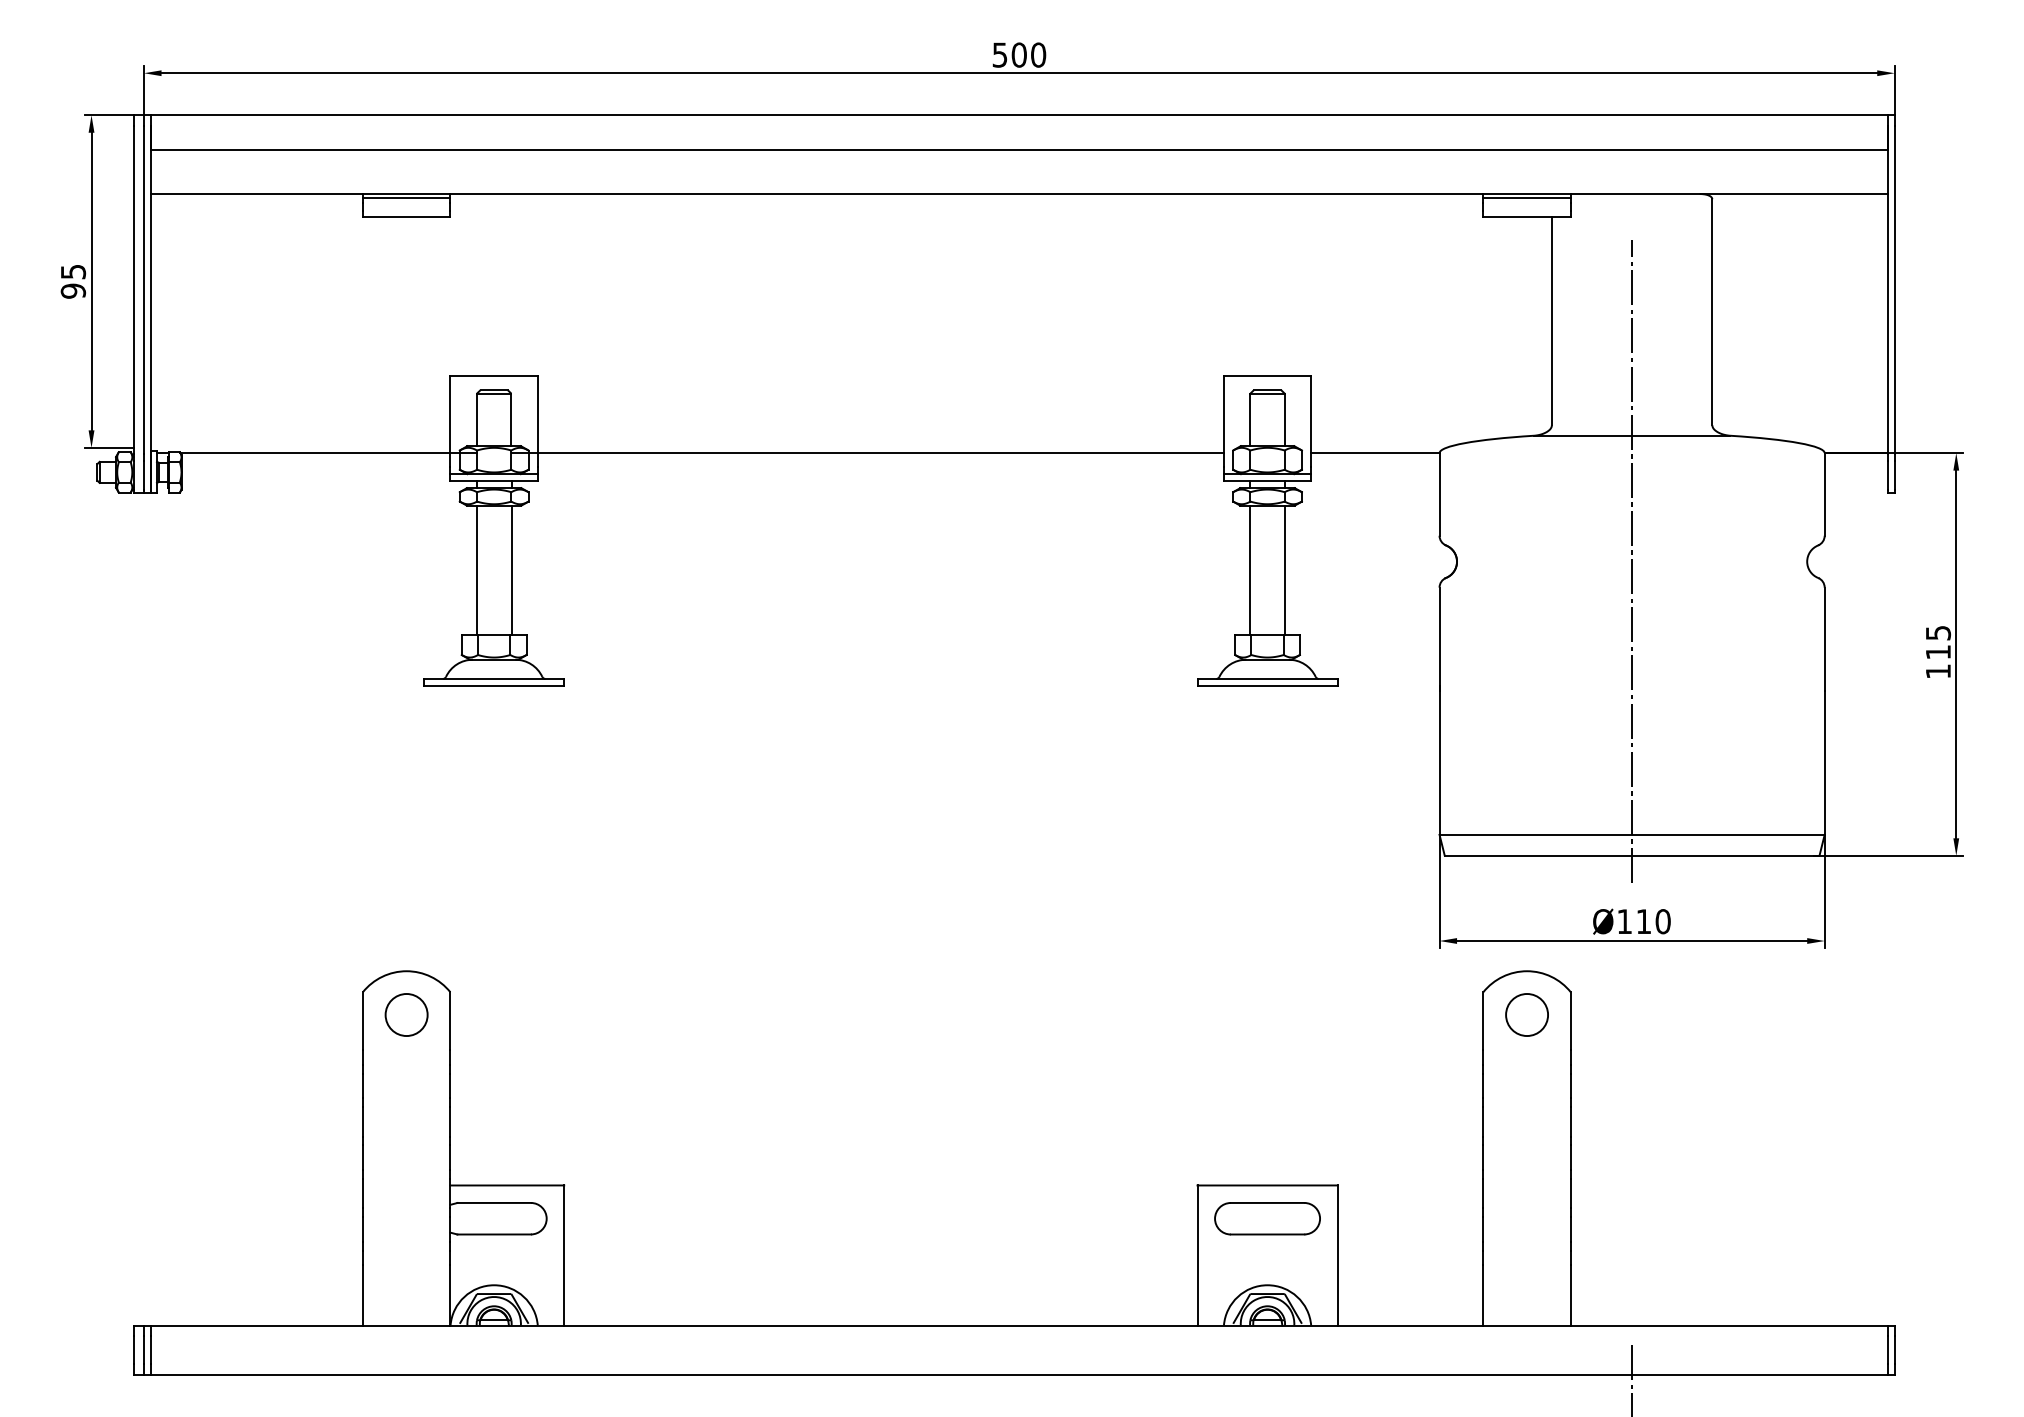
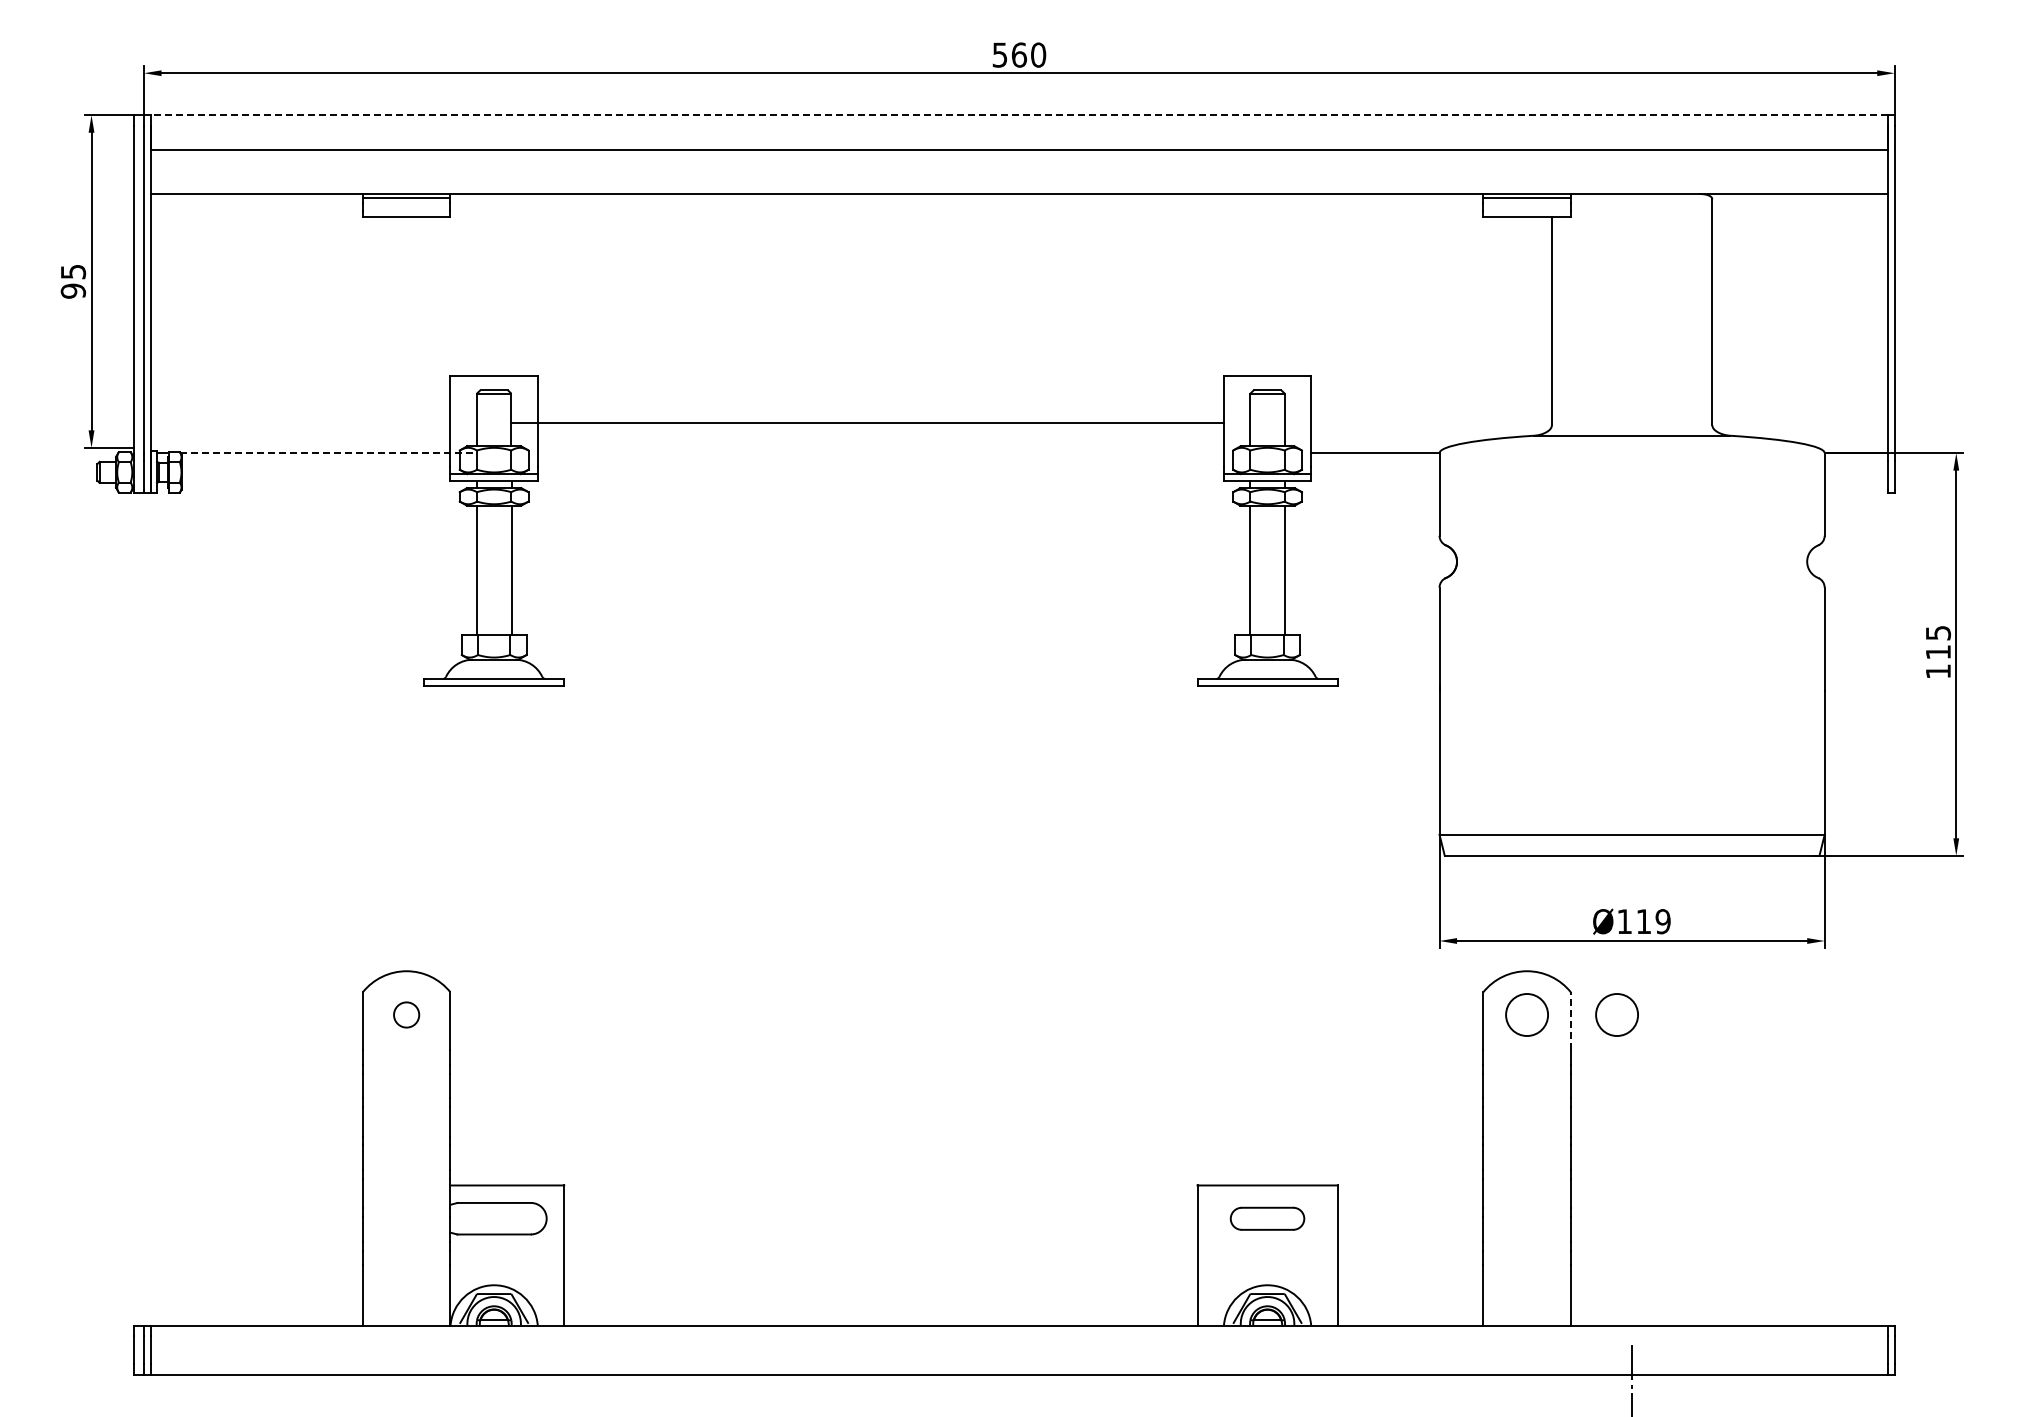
text at (1019, 54): 500 -> 560
line at (1018, 115): solid -> dashed
line at (329, 453): solid -> dashed
line at (867, 453) position: (867, 453) -> (867, 423)
line at (1632, 561): present -> none
text at (1662, 921): Ø110 -> Ø119
circle at (406, 1014) diameter: 42 px -> 25 px
circle at (1616, 1014): none -> present
line at (1570, 1021): solid -> dashed
part at (1267, 1218) size: 107x34 px -> 77x25 px
